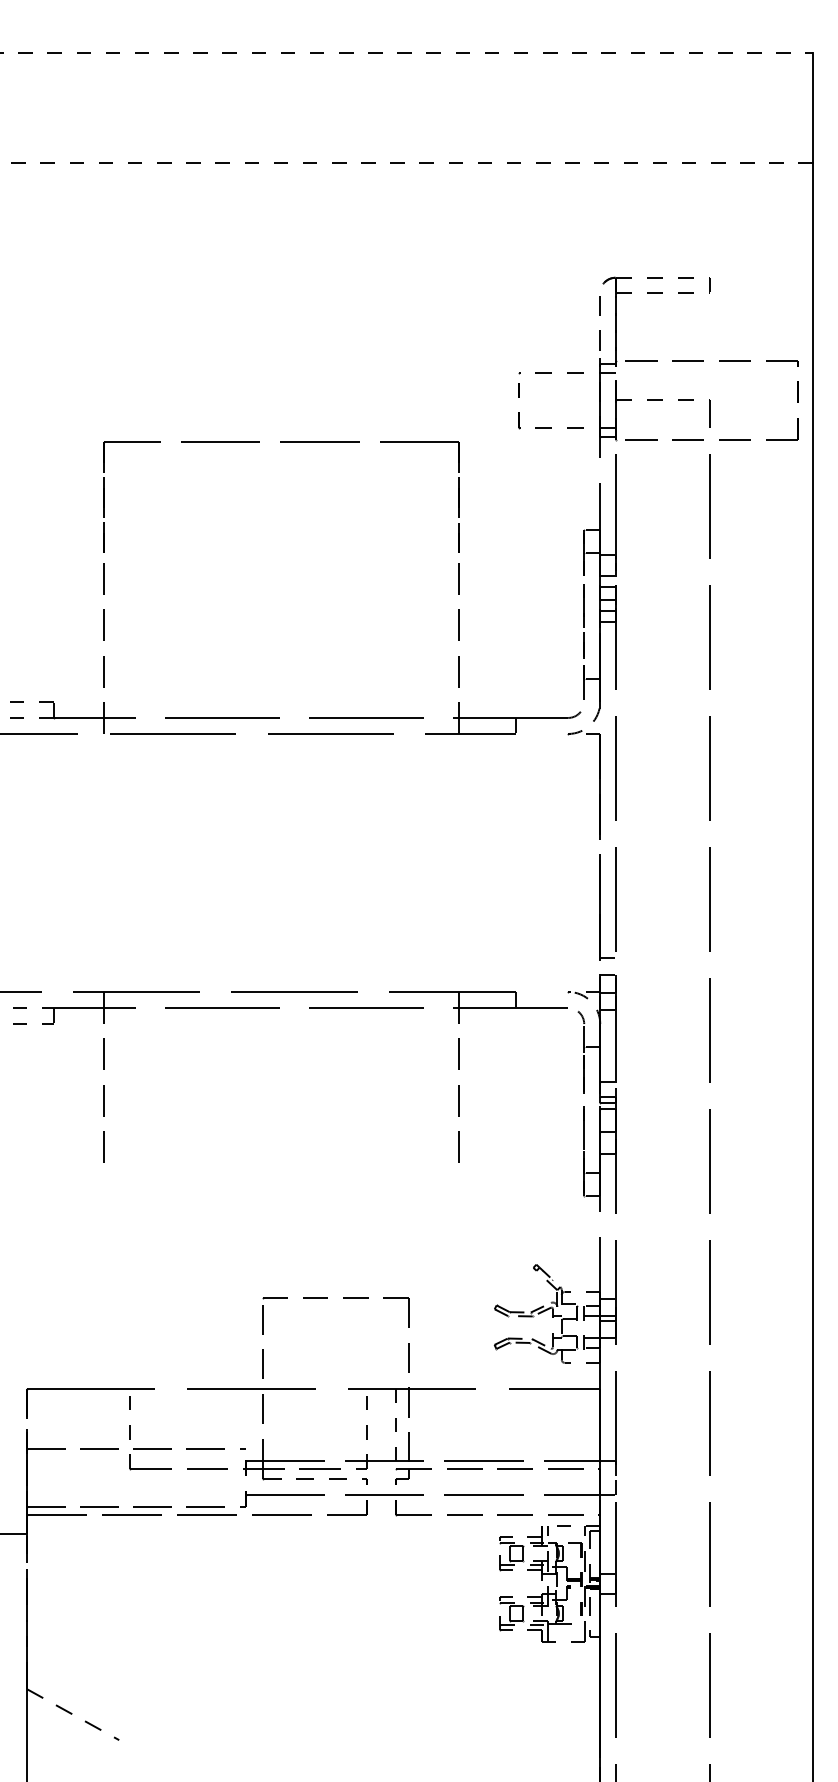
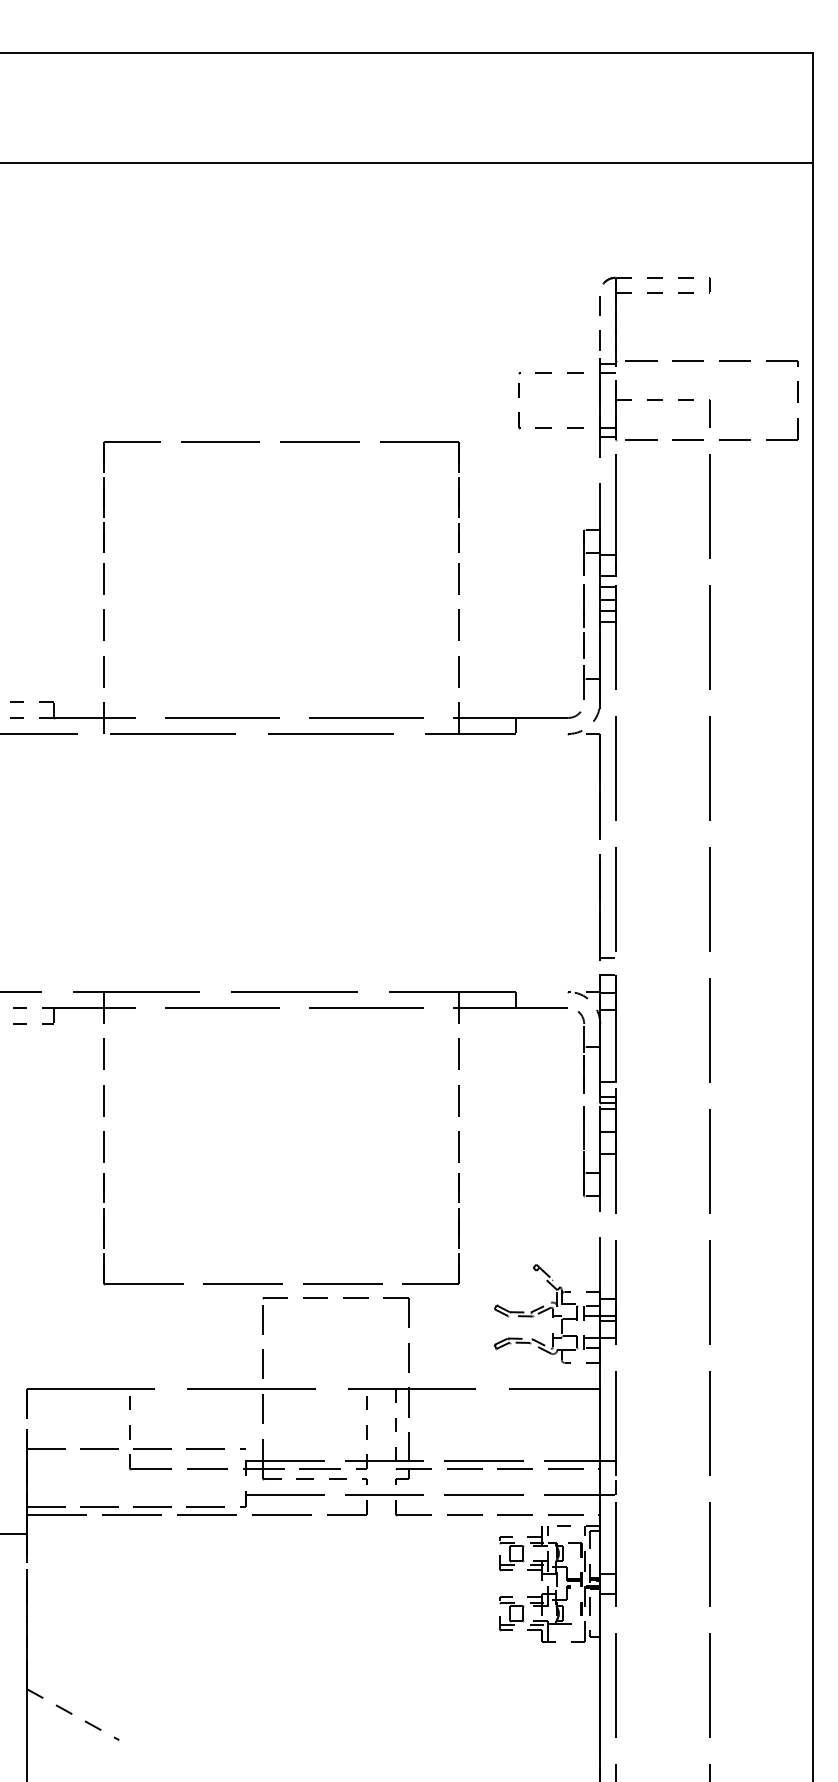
line at (407, 53): dashed -> solid
line at (406, 162): dashed -> solid
part at (281, 1283): none -> present
